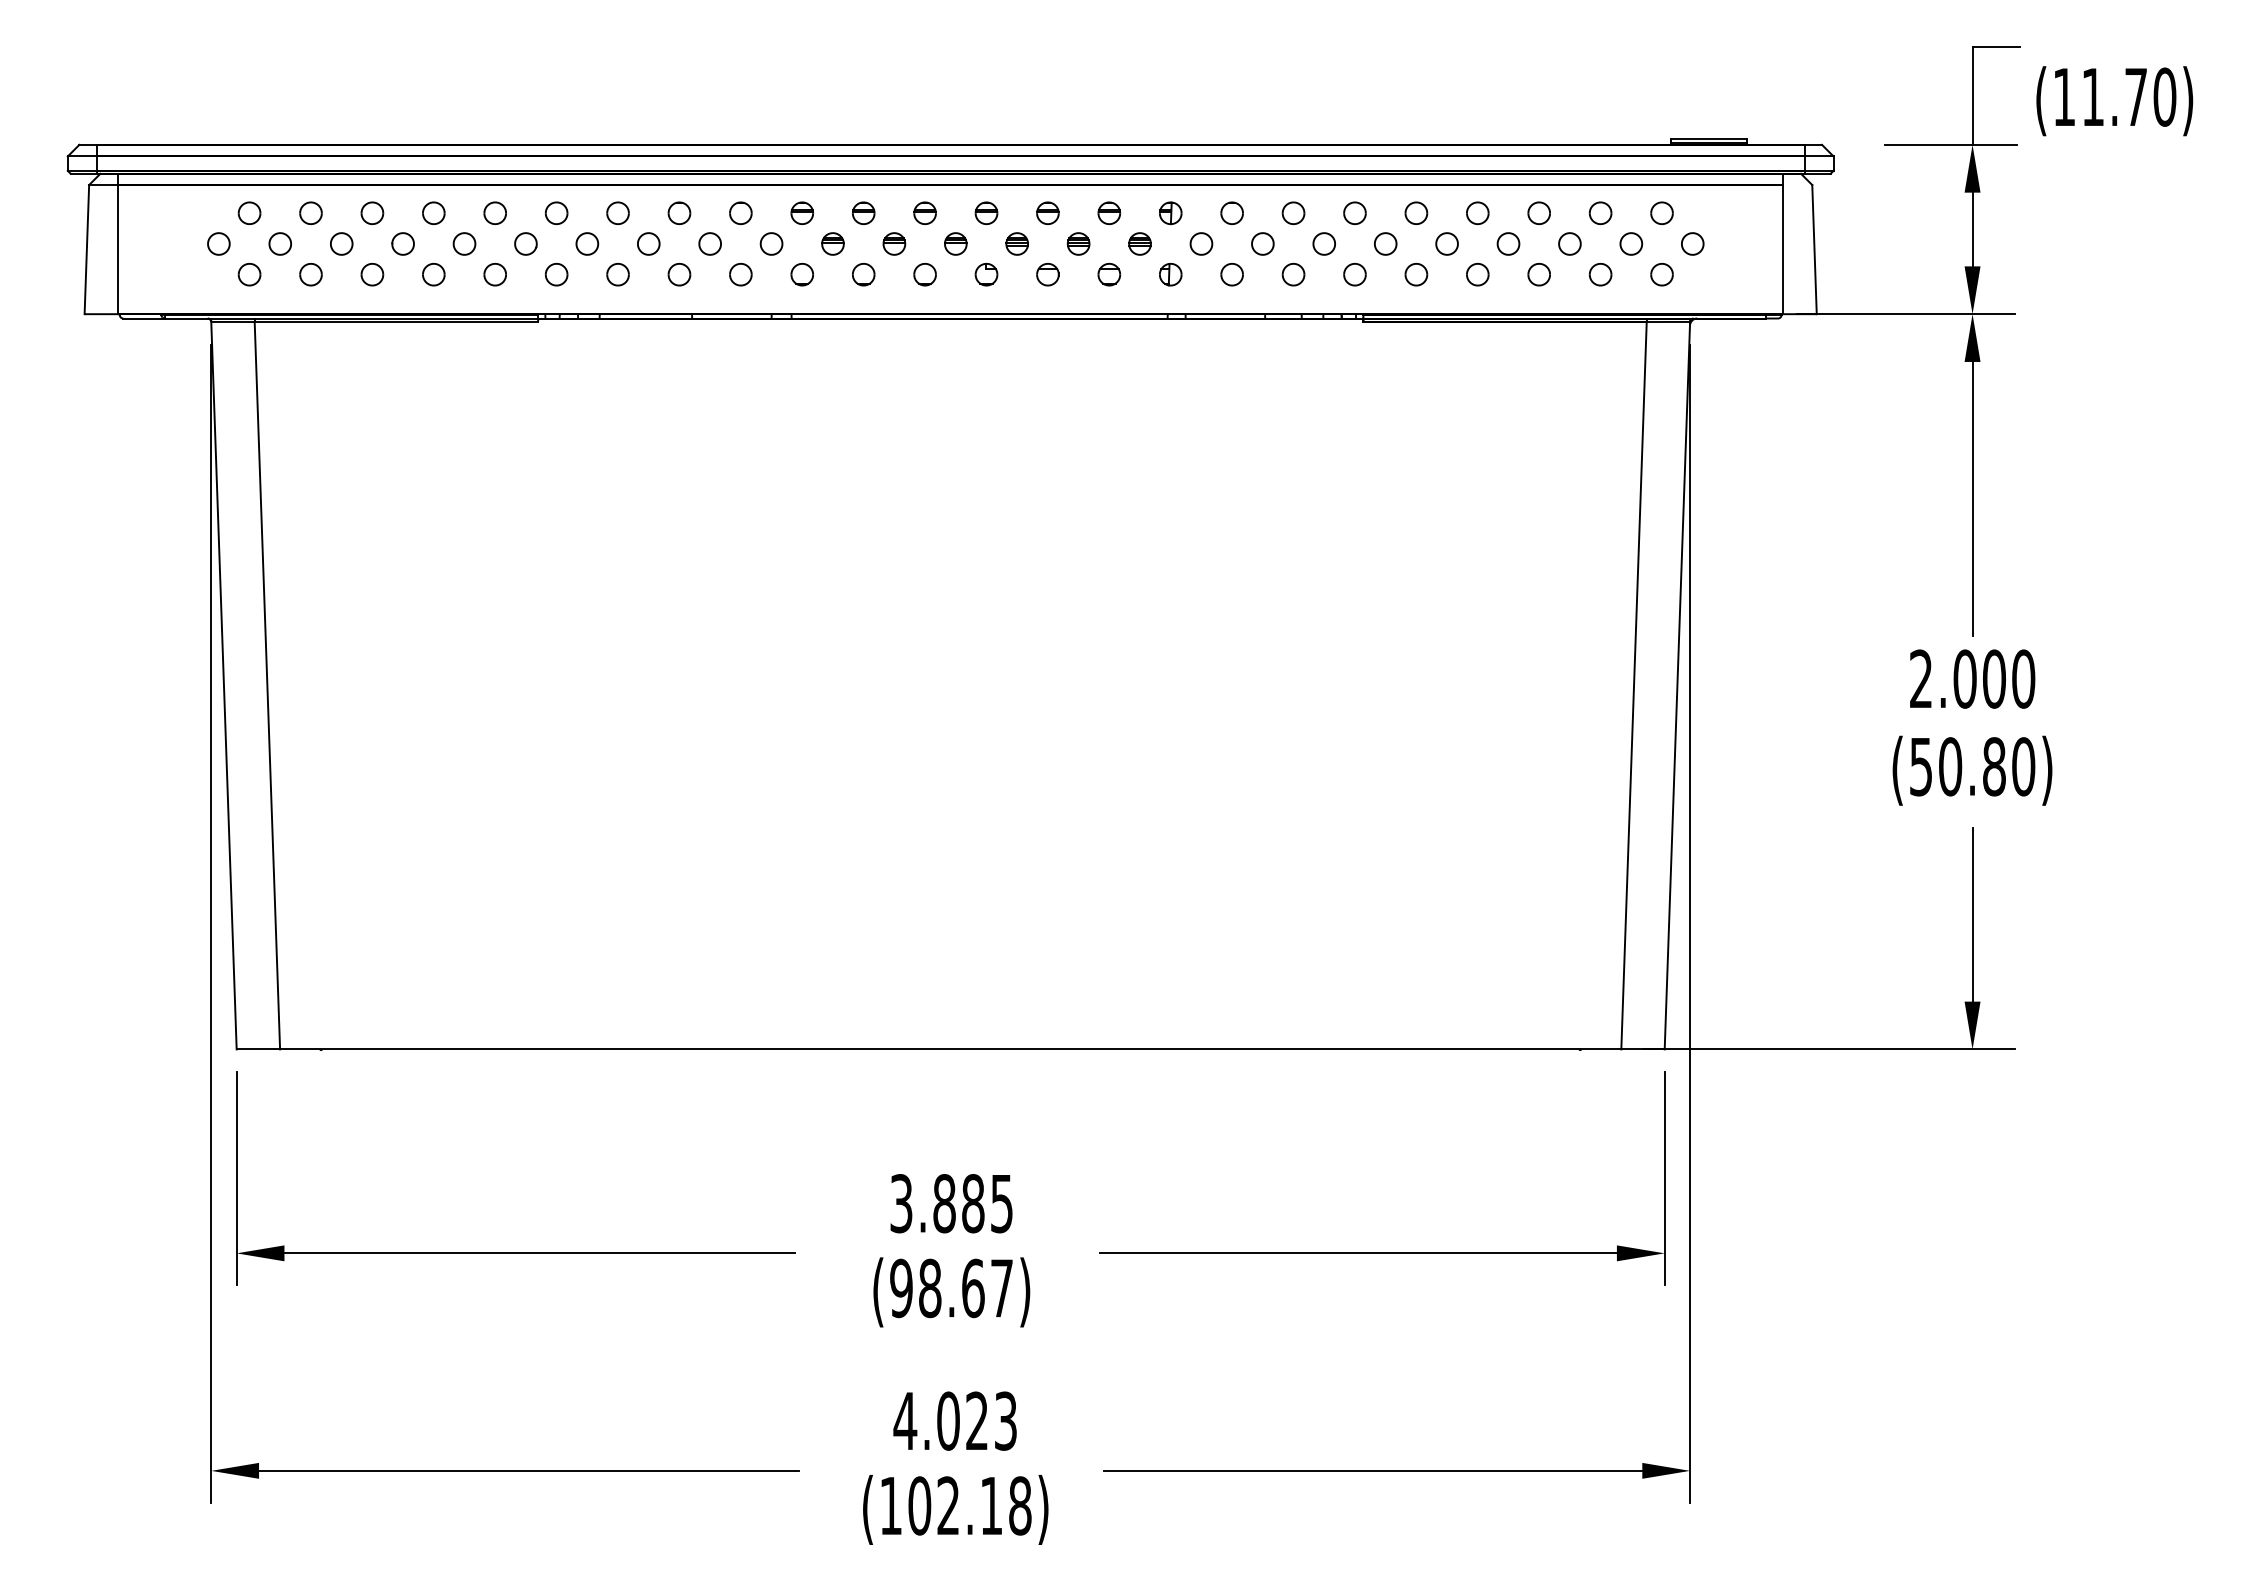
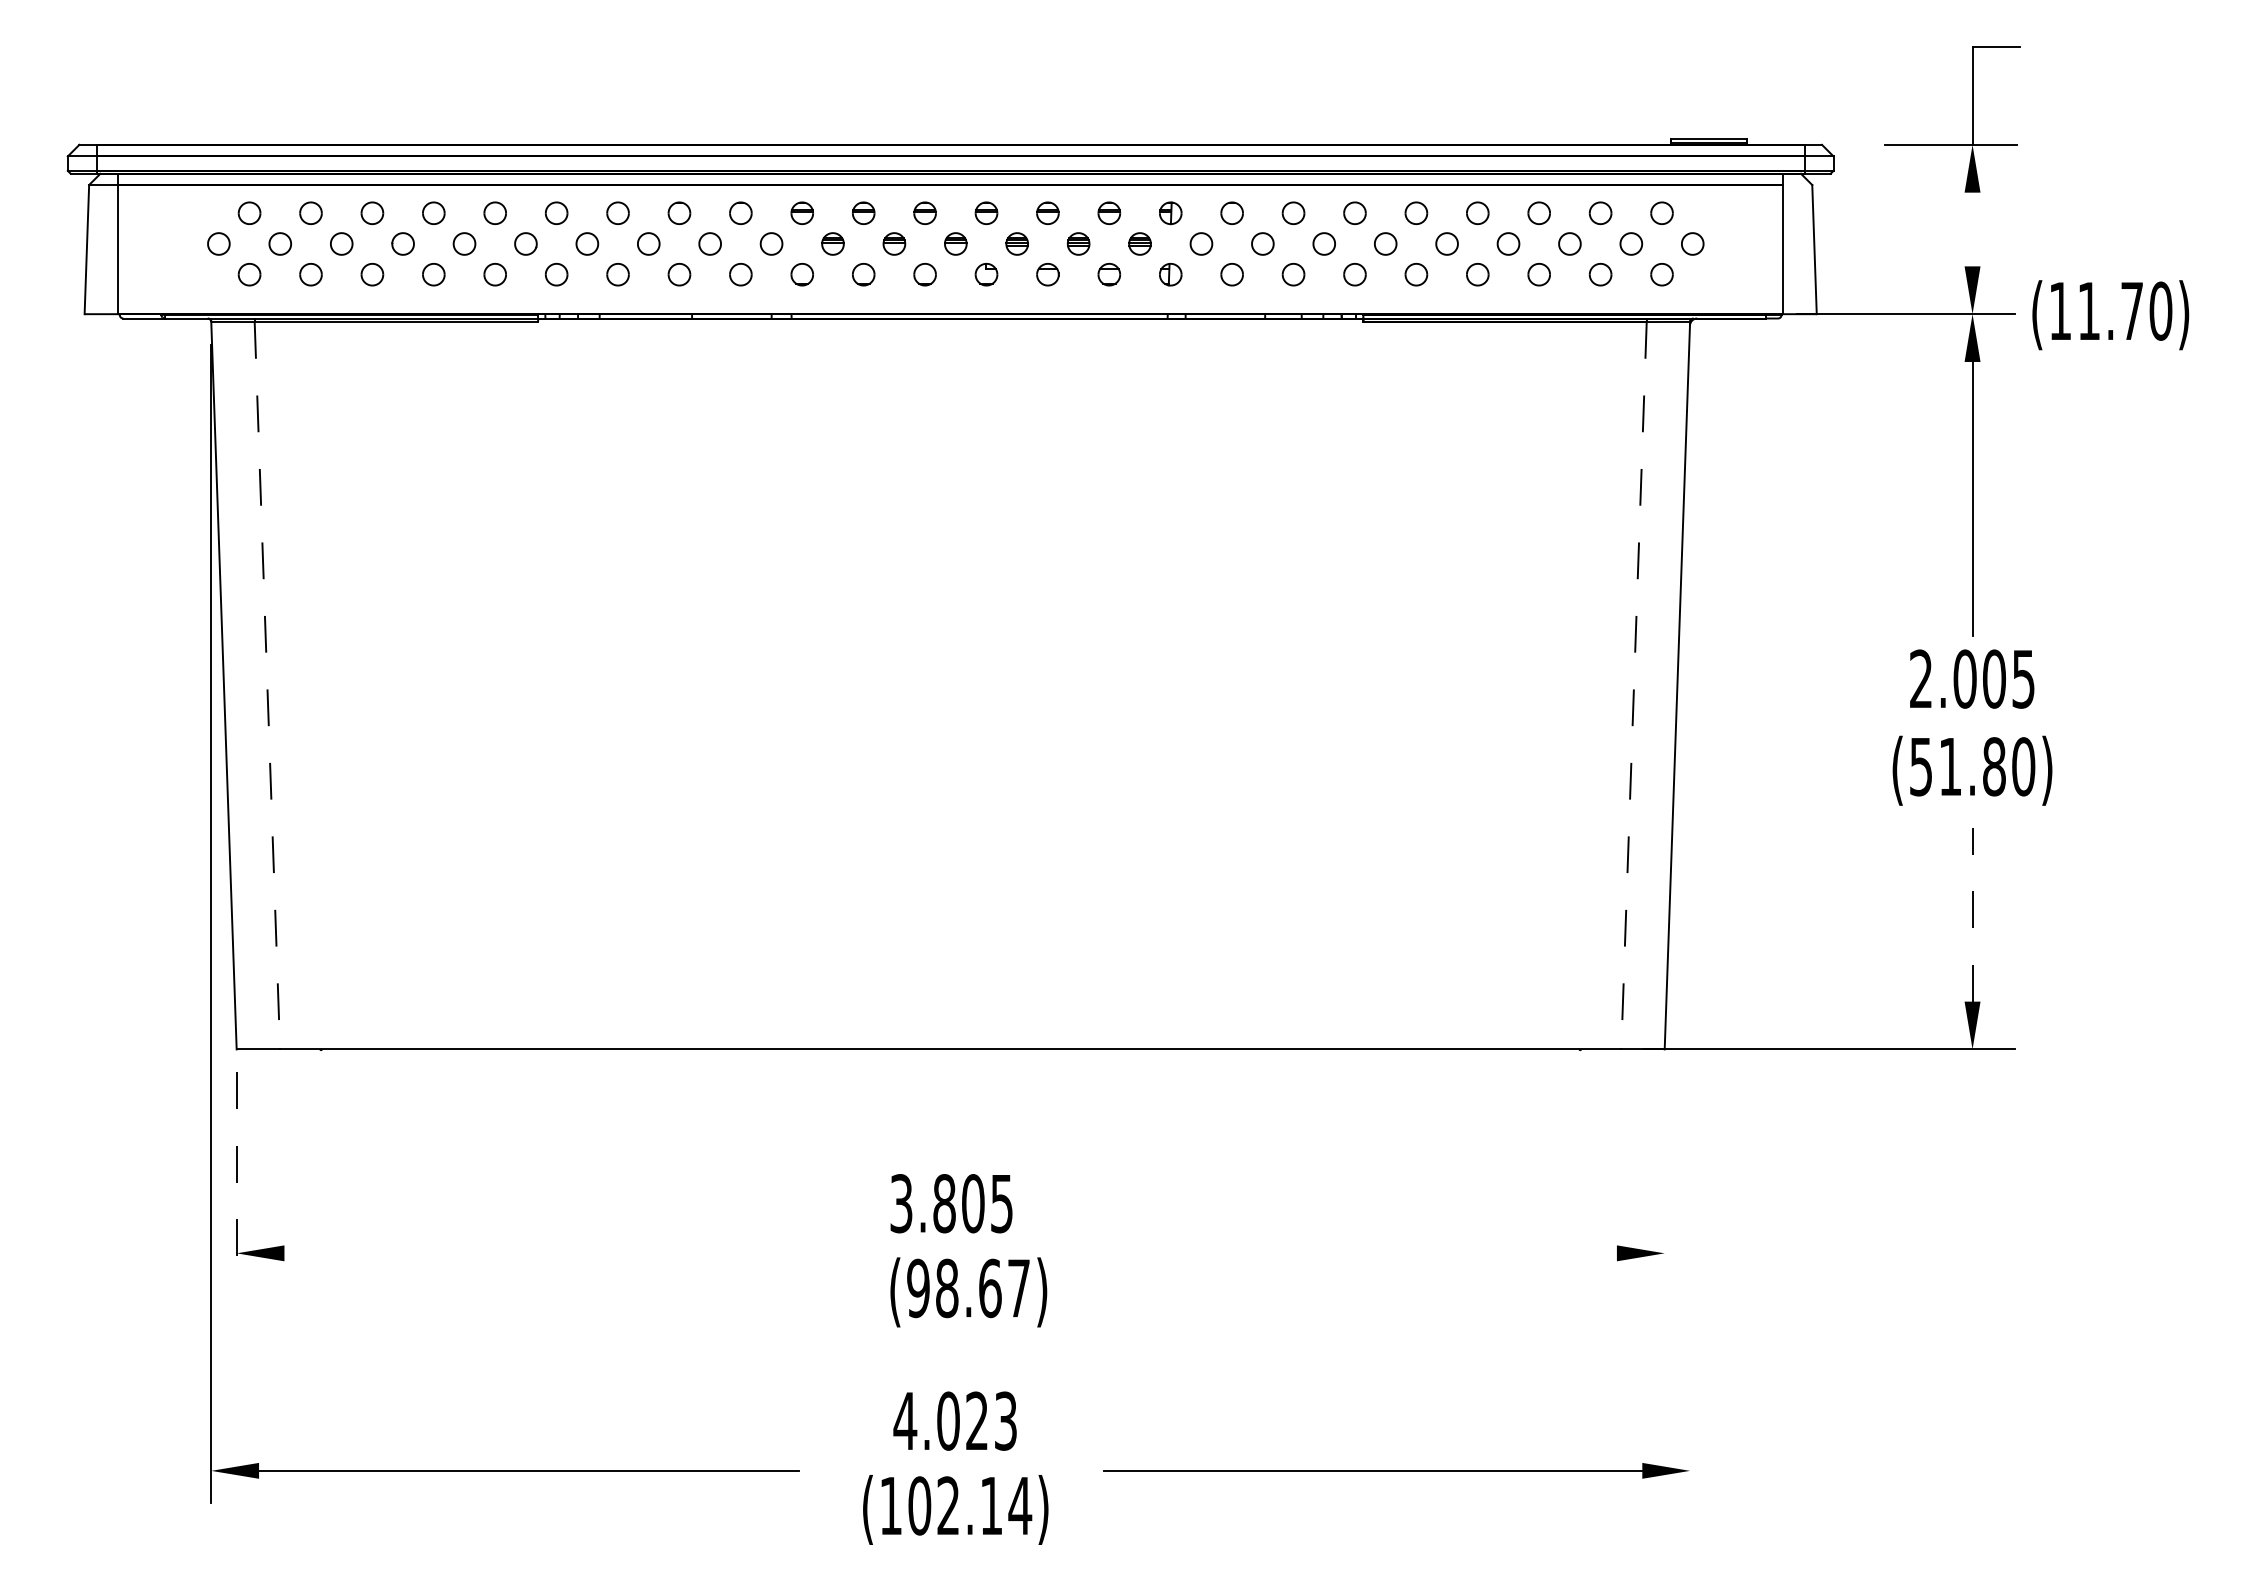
text at (2114, 101) position: (2114, 101) -> (2110, 315)
line at (1972, 229): present -> none
text at (2023, 678): 2.000 -> 2.005
line at (267, 685): solid -> dashed
line at (1634, 685): solid -> dashed
text at (1950, 766): (50.80) -> (51.80)
line at (1972, 914): solid -> dashed
line at (1690, 923): present -> none
line at (236, 1178): solid -> dashed
line at (1664, 1178): present -> none
text at (973, 1203): 3.885 -> 3.805
line at (539, 1253): present -> none
line at (1358, 1253): present -> none
text at (951, 1292) position: (951, 1292) -> (968, 1292)
text at (1020, 1505): (102.18) -> (102.14)
